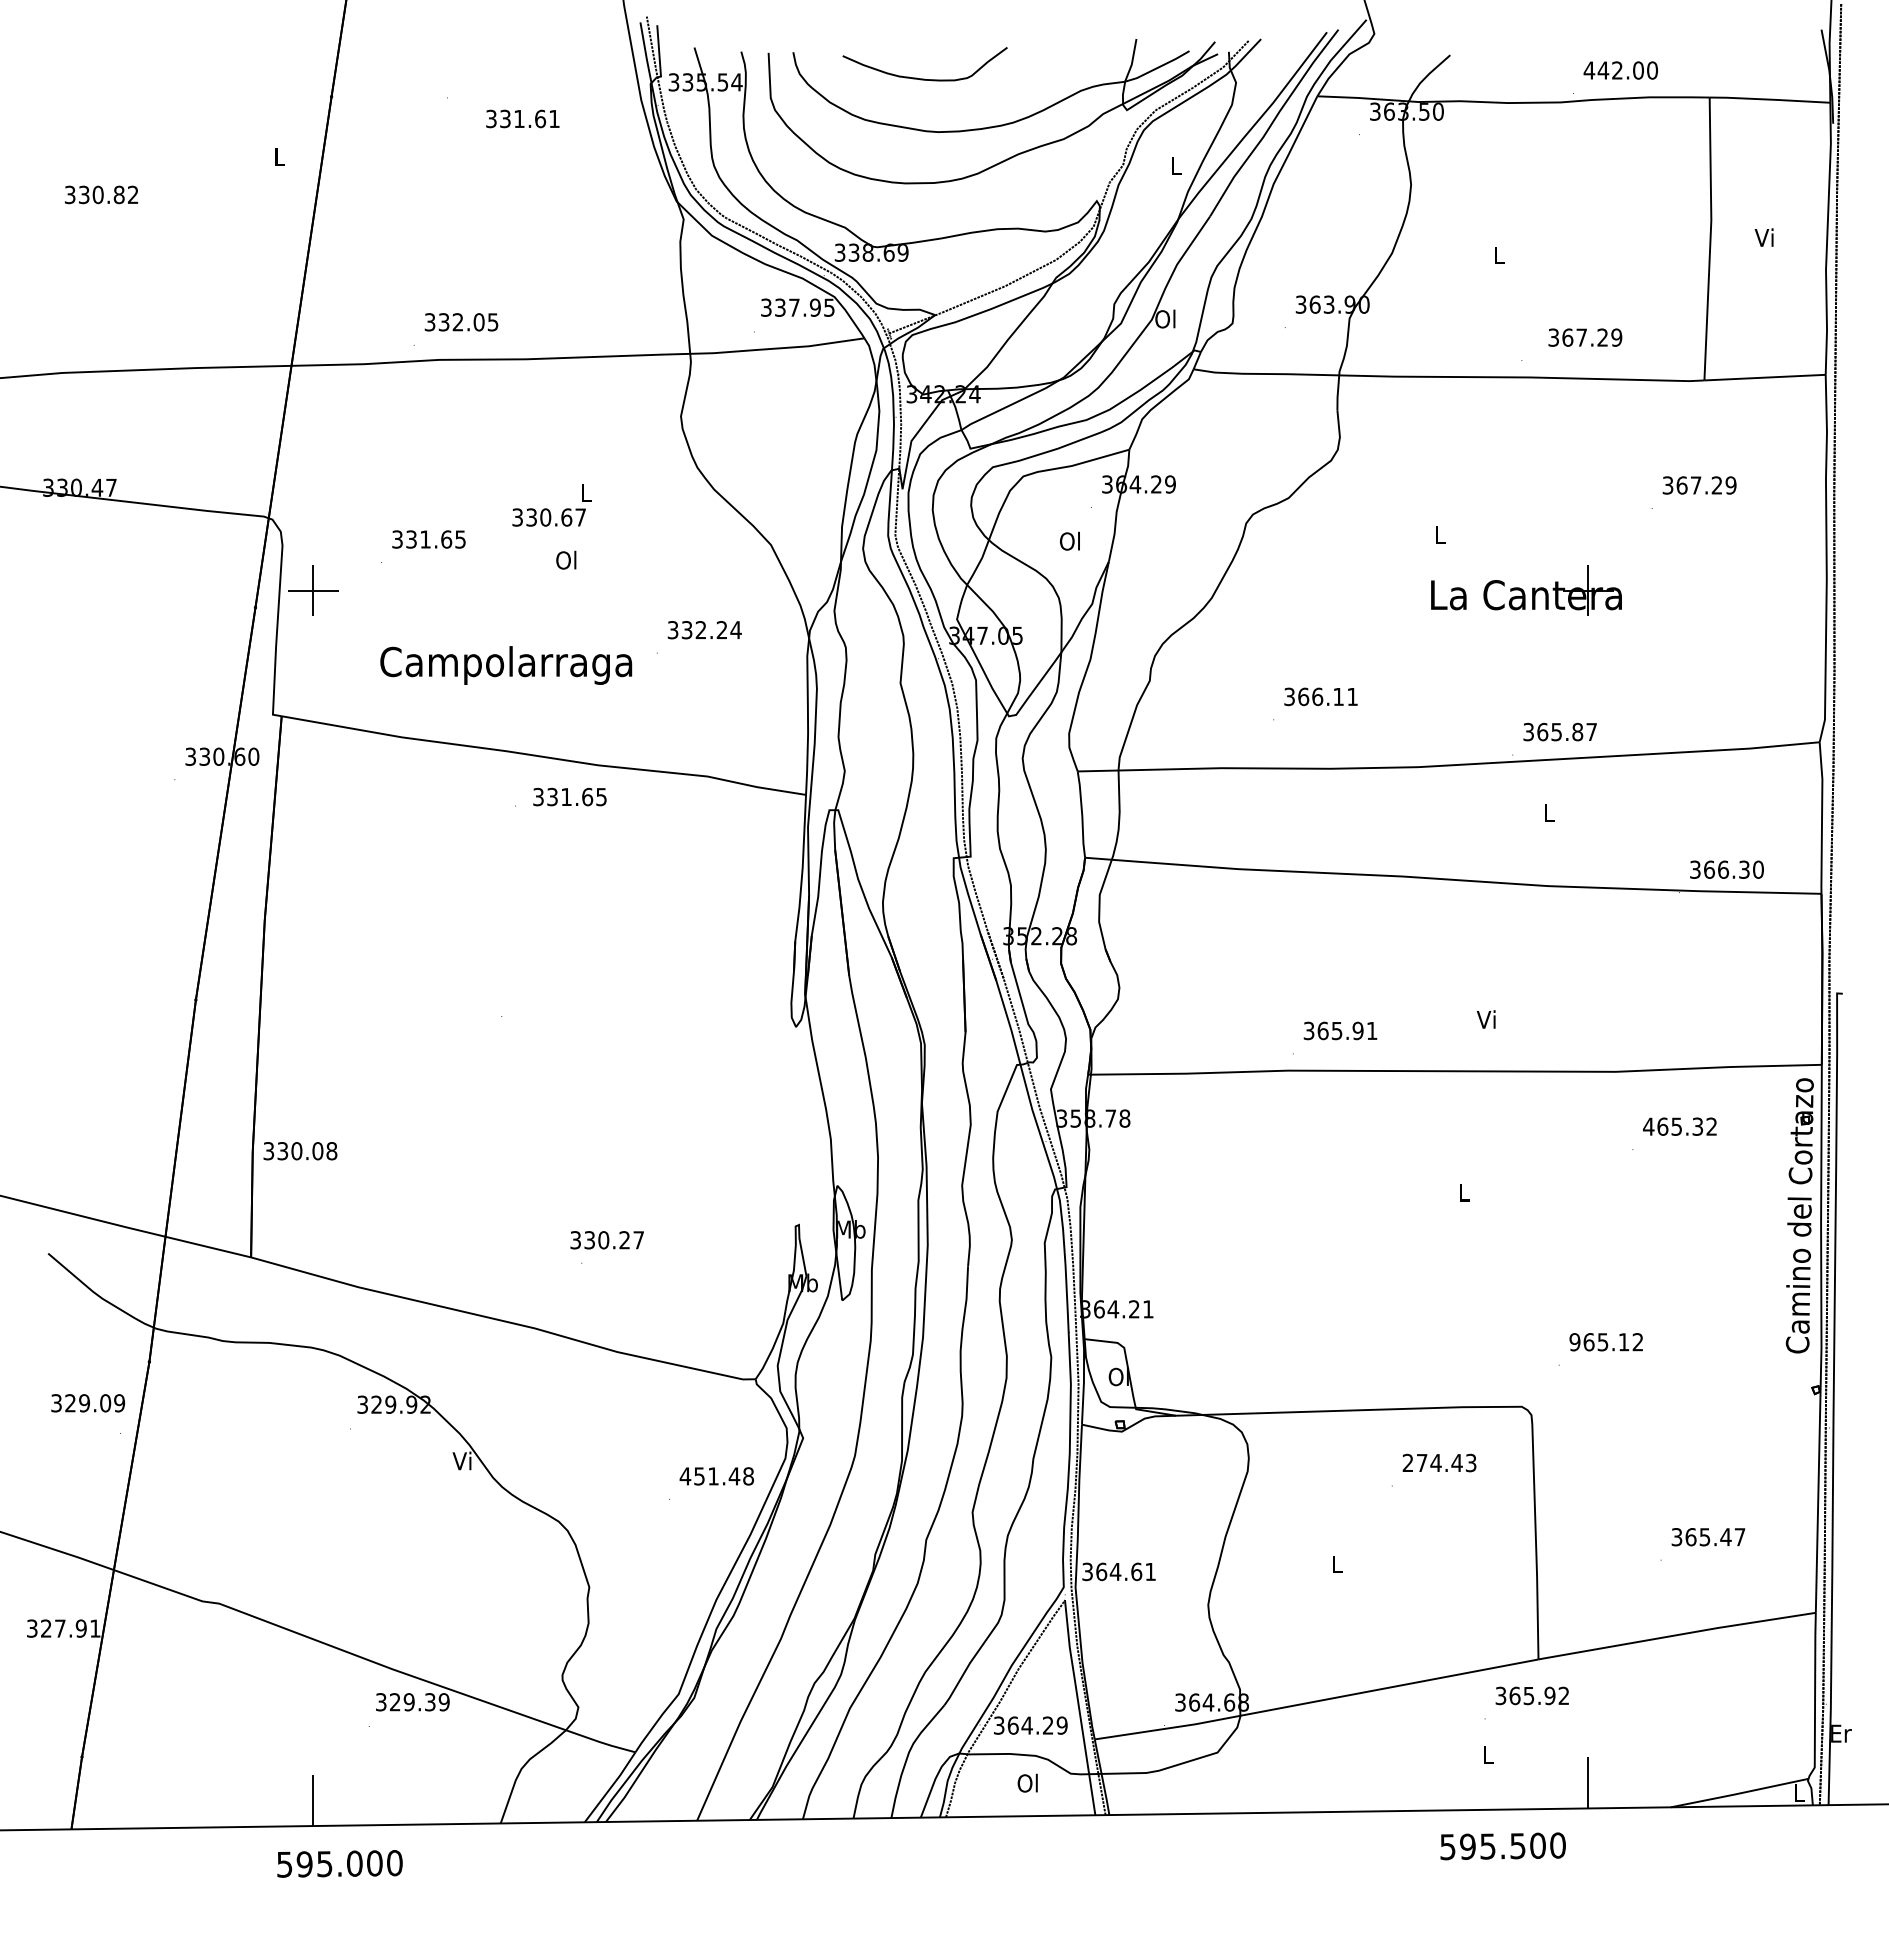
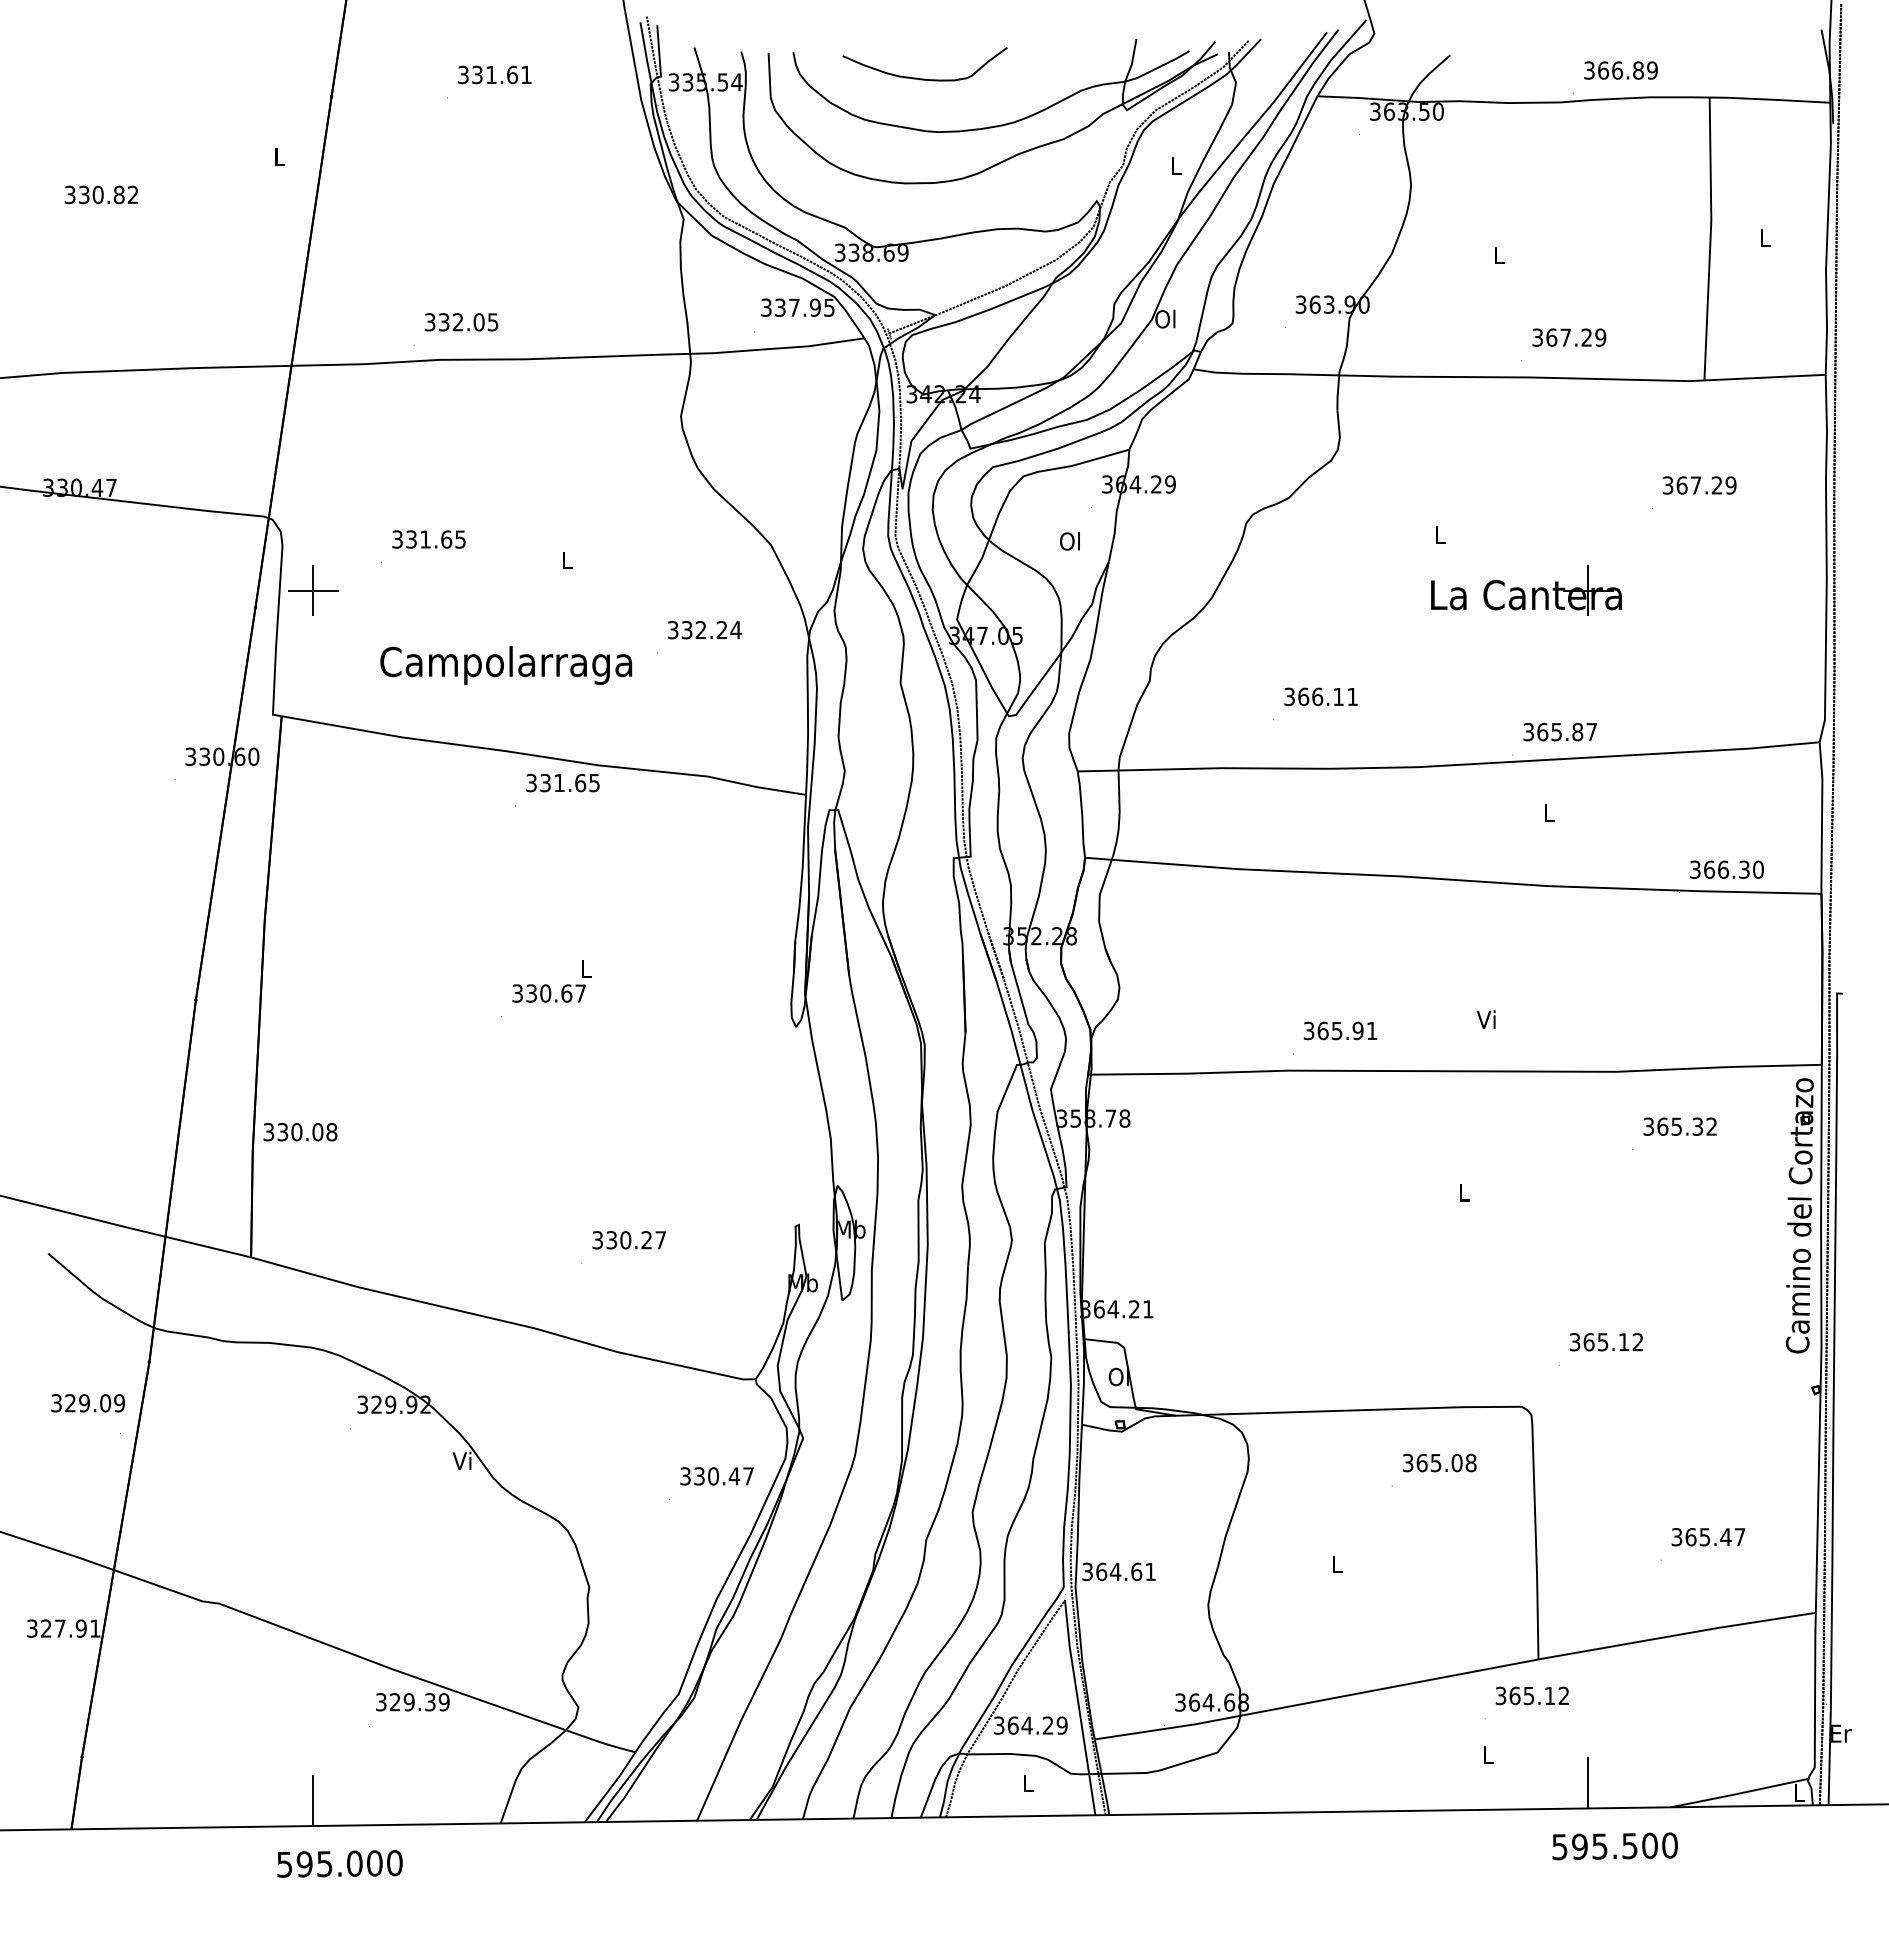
text at (1620, 70): 442.00 -> 366.89
text at (522, 118) position: (522, 118) -> (494, 74)
text at (1763, 237): Vi -> L
text at (1585, 337) position: (1585, 337) -> (1569, 337)
text at (551, 505) position: (551, 505) -> (551, 981)
text at (566, 559): Ol -> L
text at (569, 796) position: (569, 796) -> (562, 782)
text at (1648, 1126): 465.32 -> 365.32
text at (300, 1151) position: (300, 1151) -> (300, 1132)
text at (606, 1240) position: (606, 1240) -> (628, 1240)
text at (1574, 1342): 965.12 -> 365.12
text at (1439, 1462): 274.43 -> 365.08
text at (716, 1476): 451.48 -> 330.47
text at (1549, 1695): 365.92 -> 365.12
text at (1027, 1782): Ol -> L
text at (1502, 1846) position: (1502, 1846) -> (1614, 1846)
